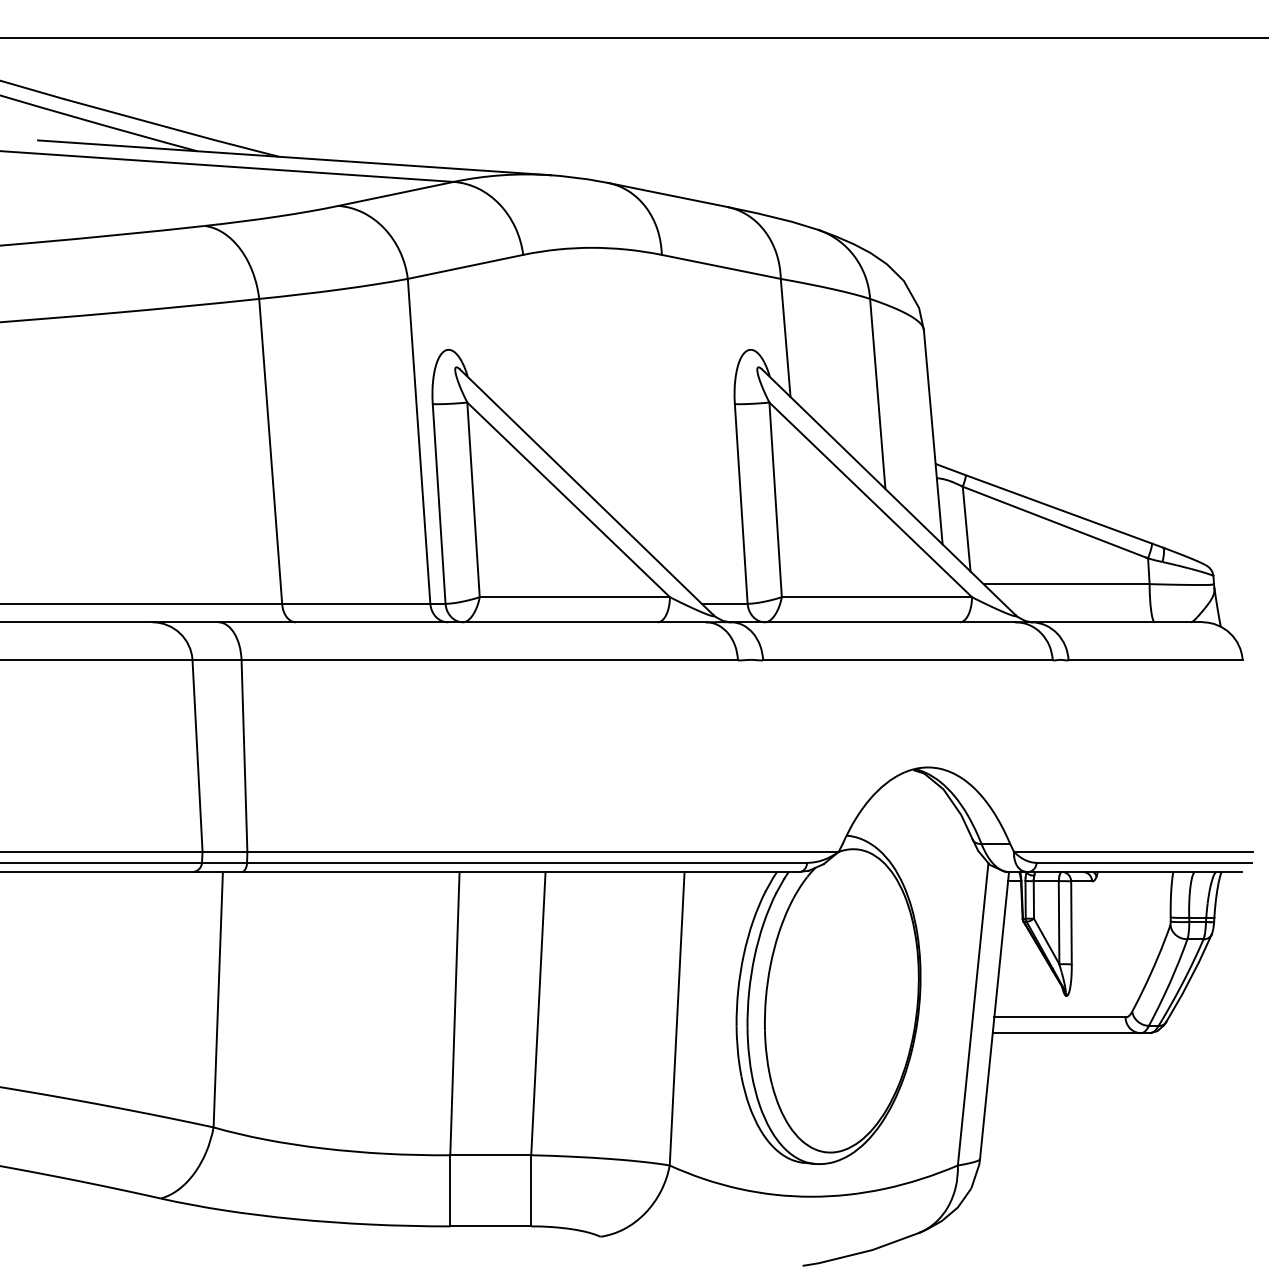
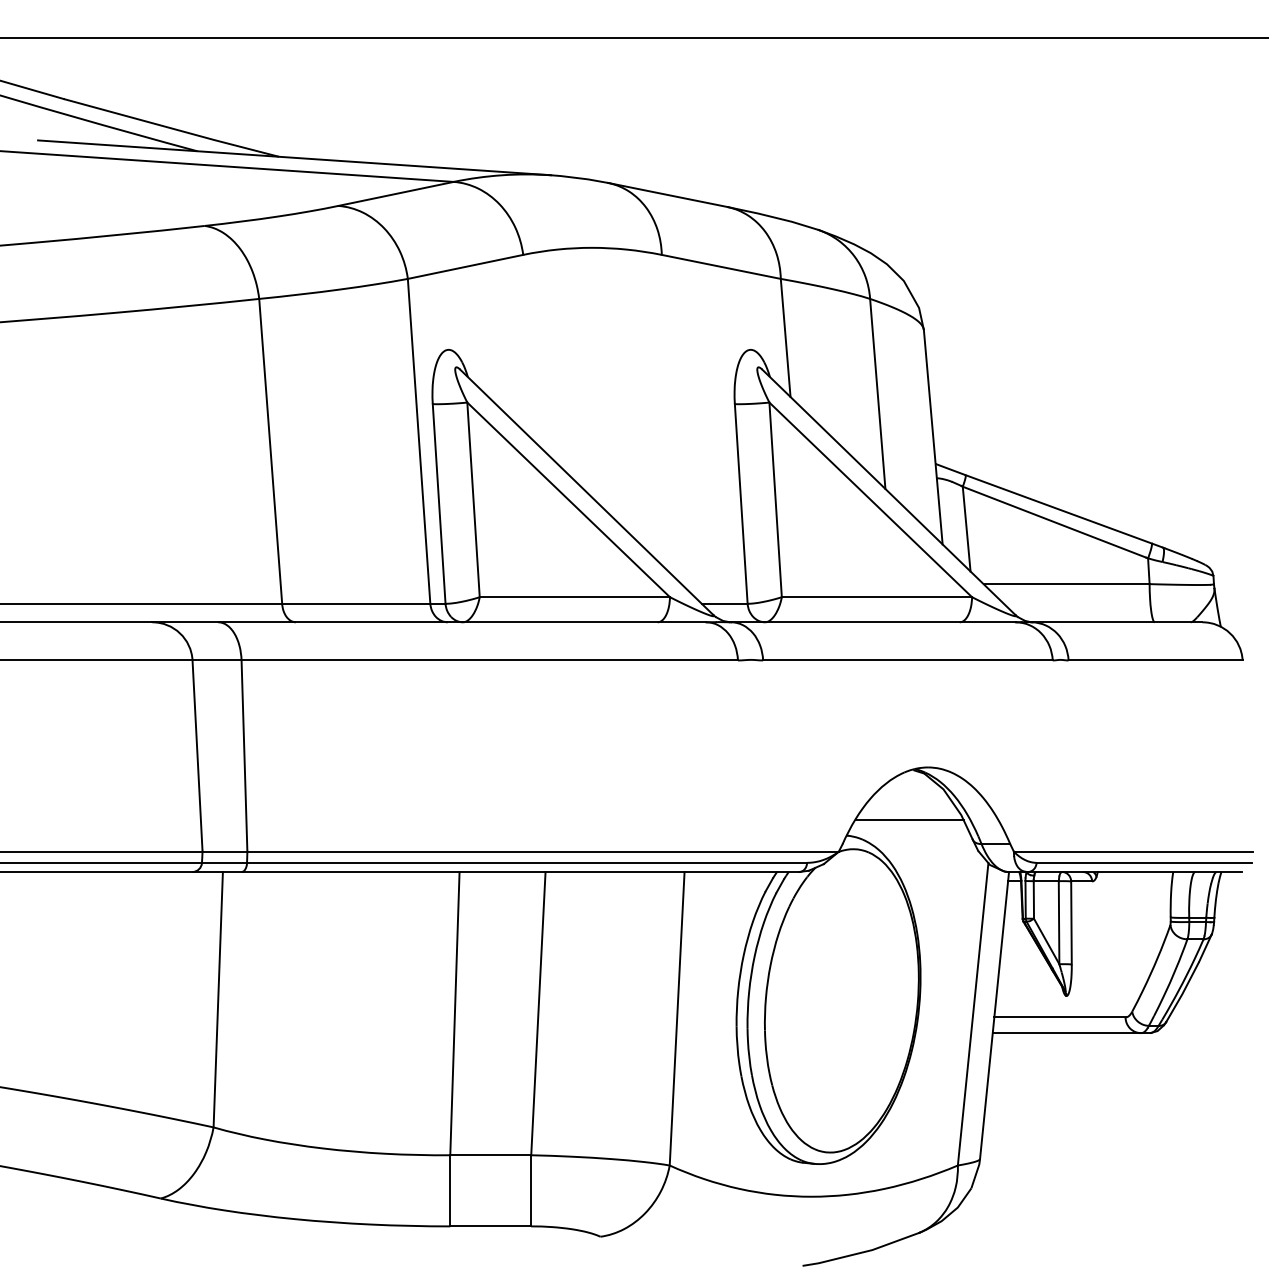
line at (909, 820): none -> present
